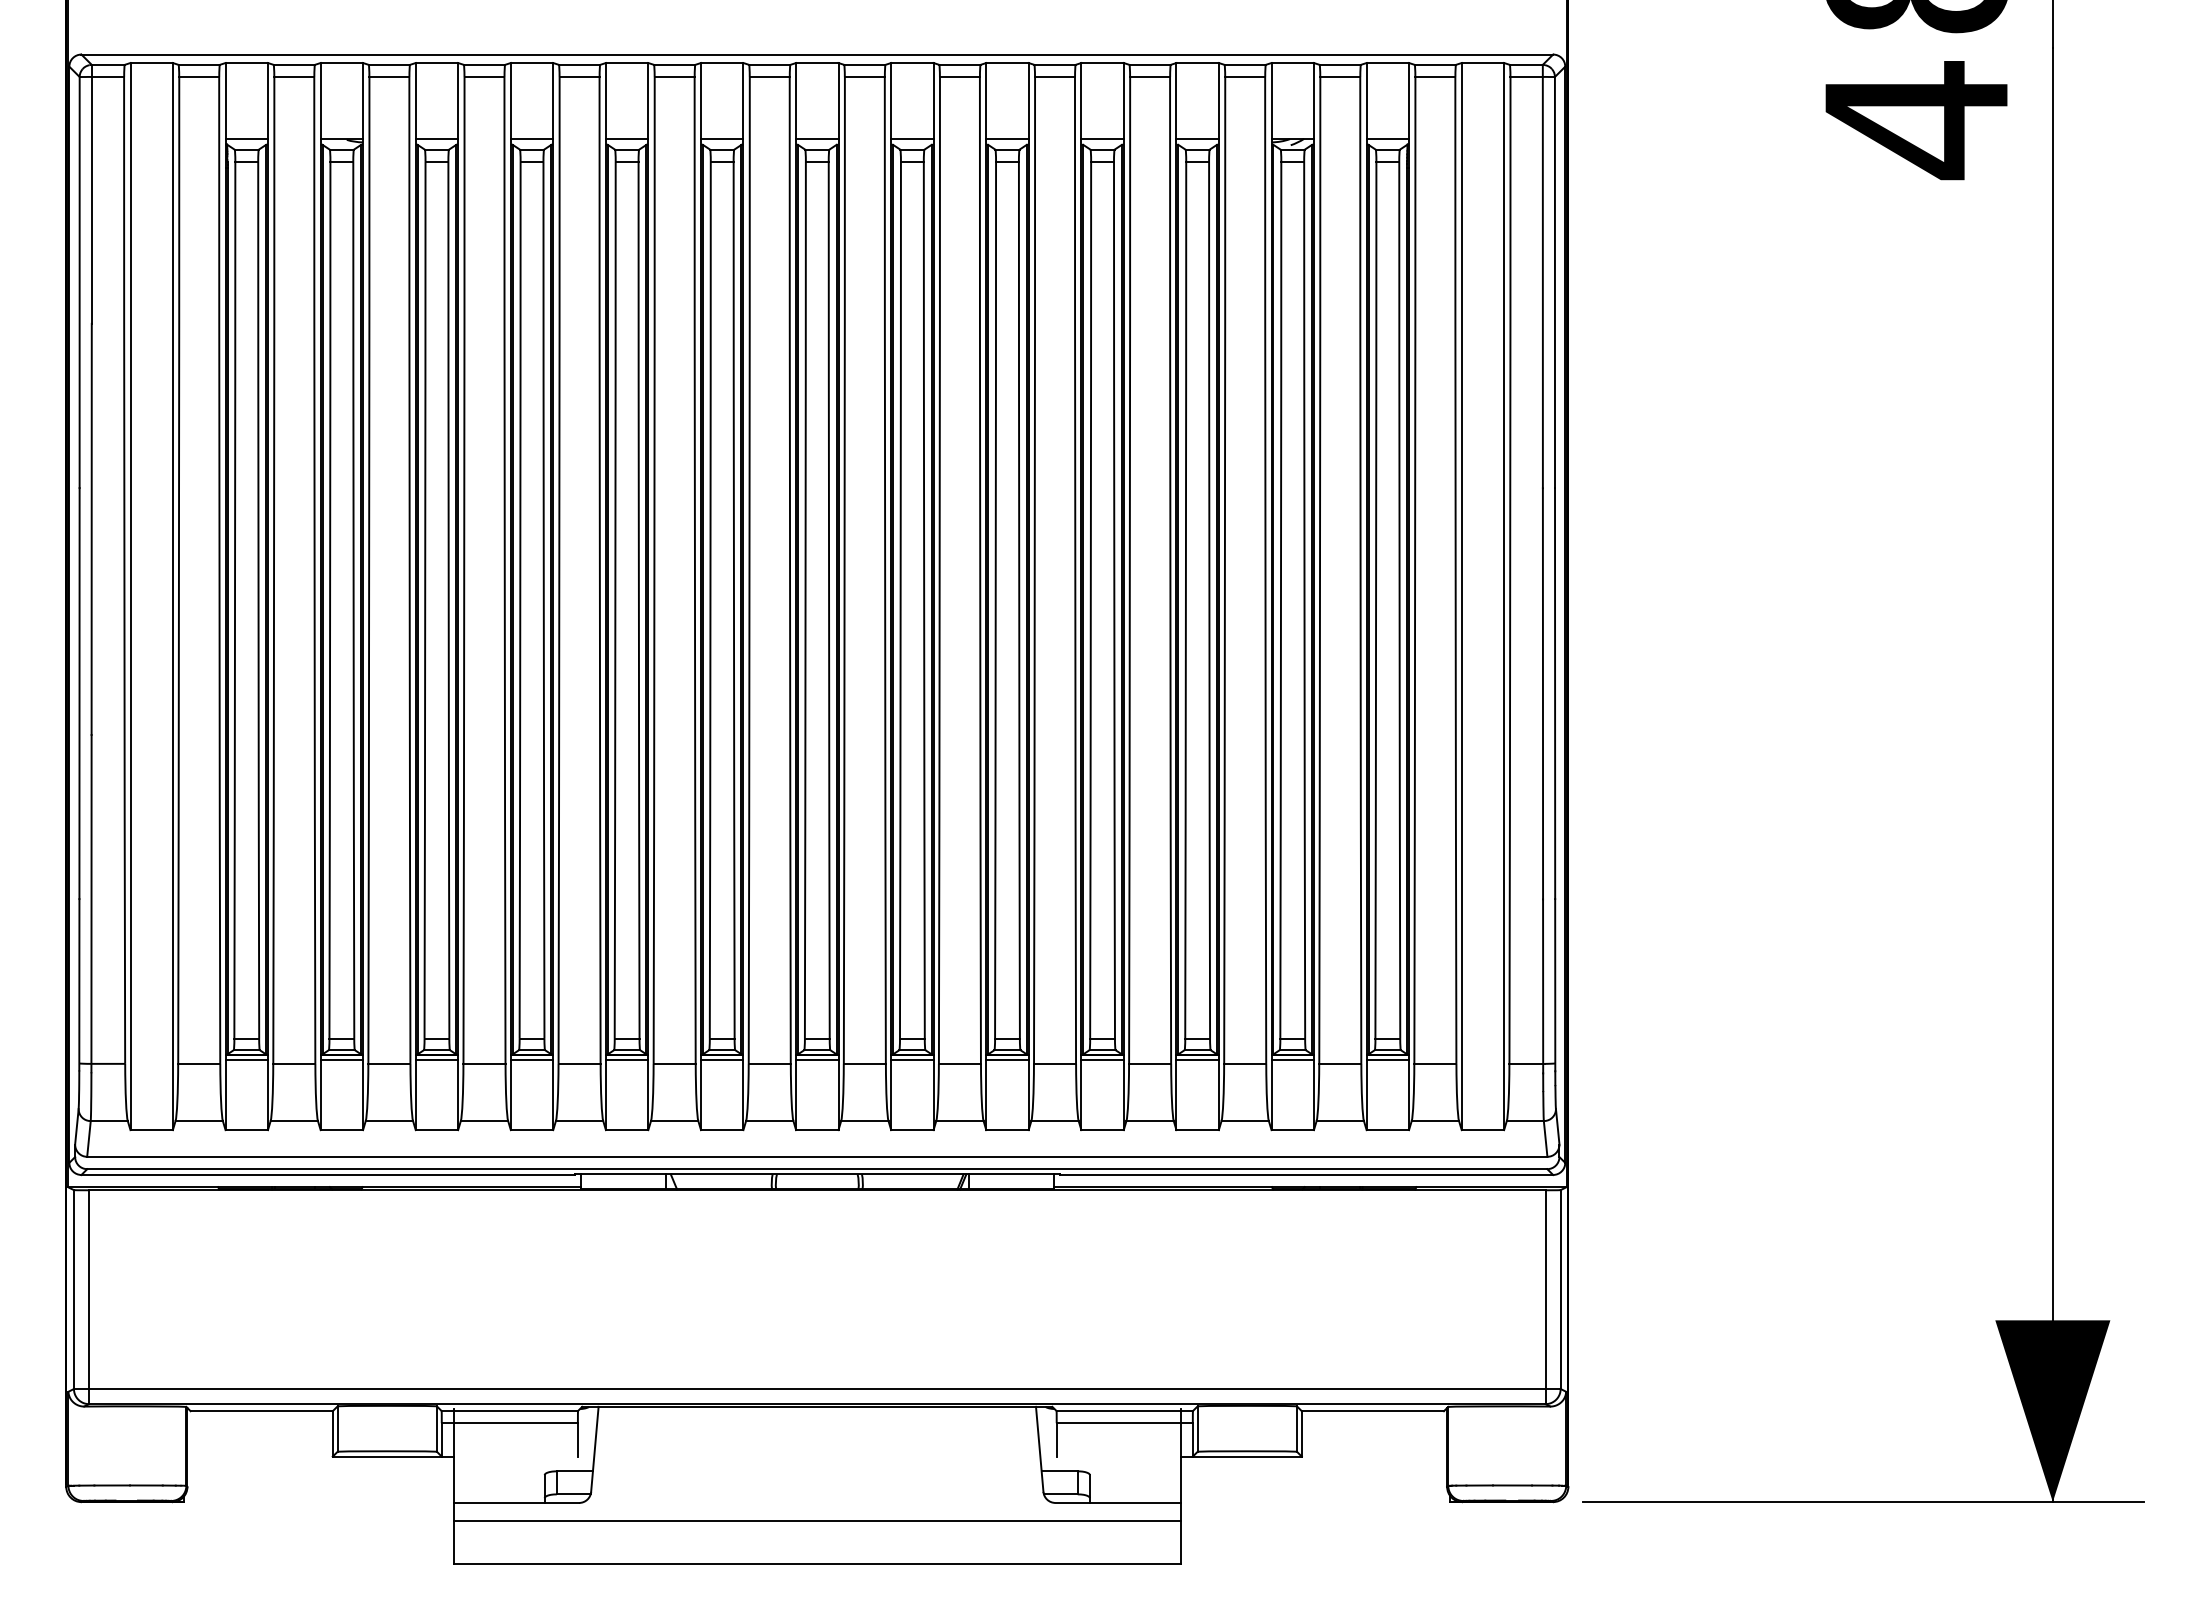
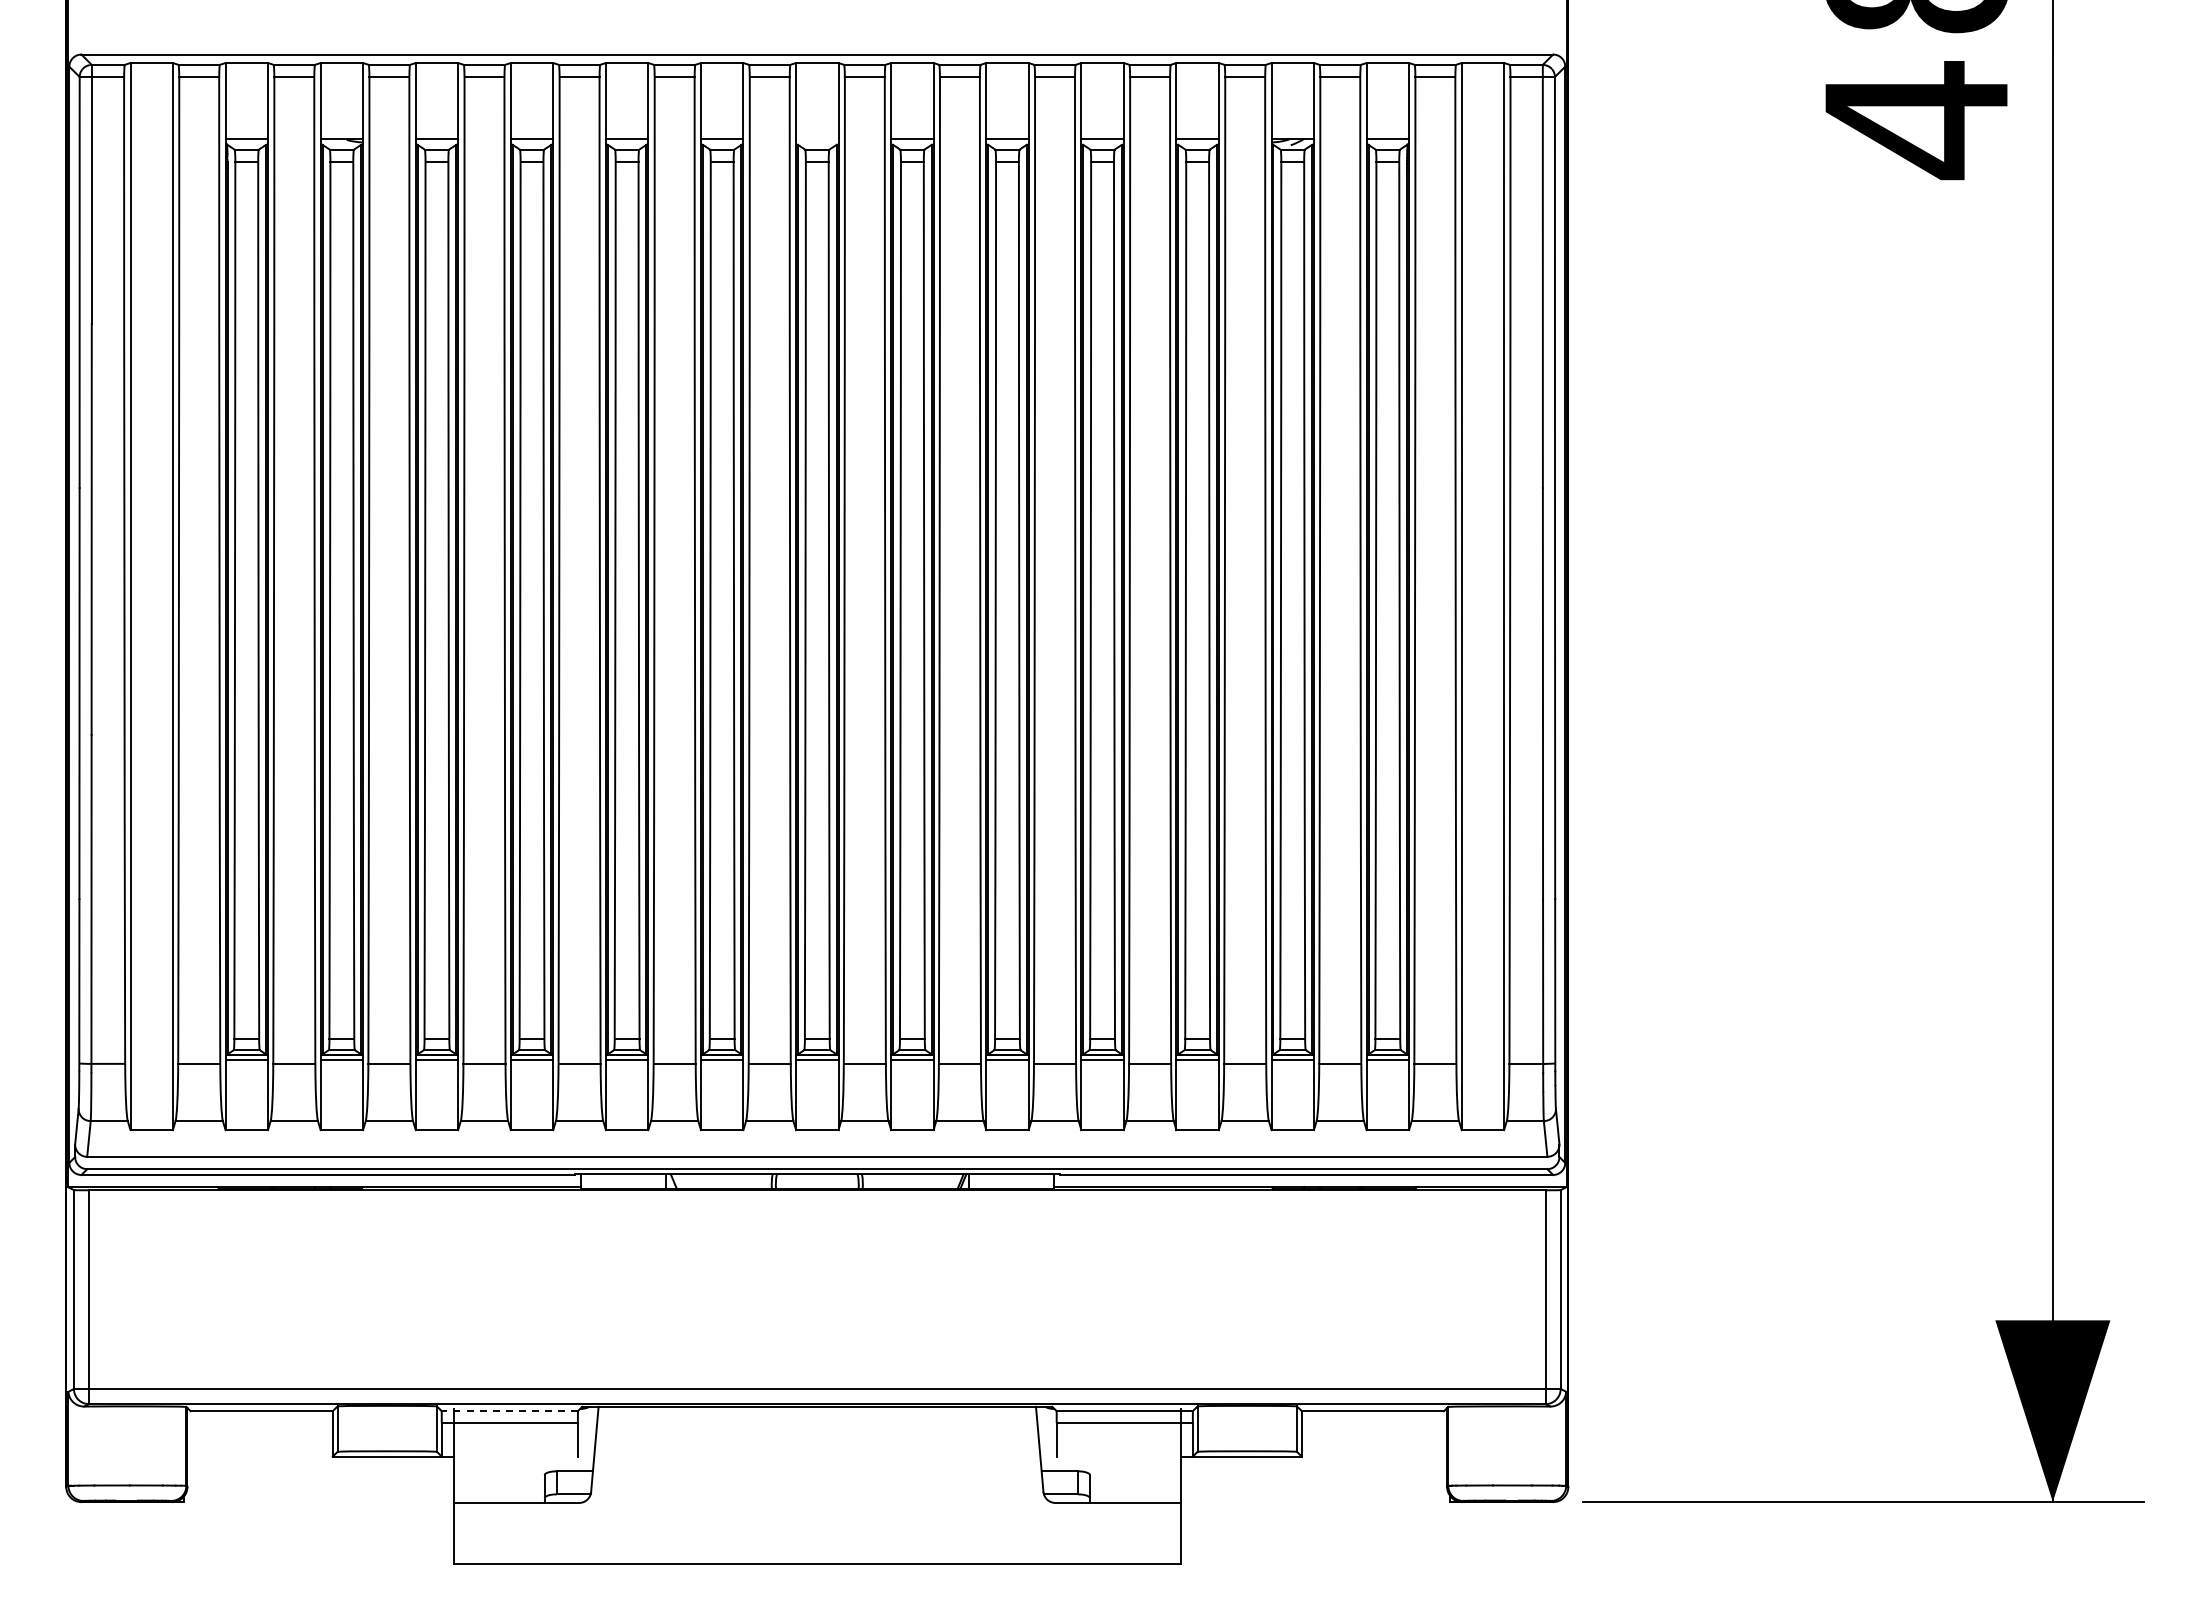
line at (817, 138): present -> none
line at (509, 1411): solid -> dashed
line at (816, 1521): present -> none
